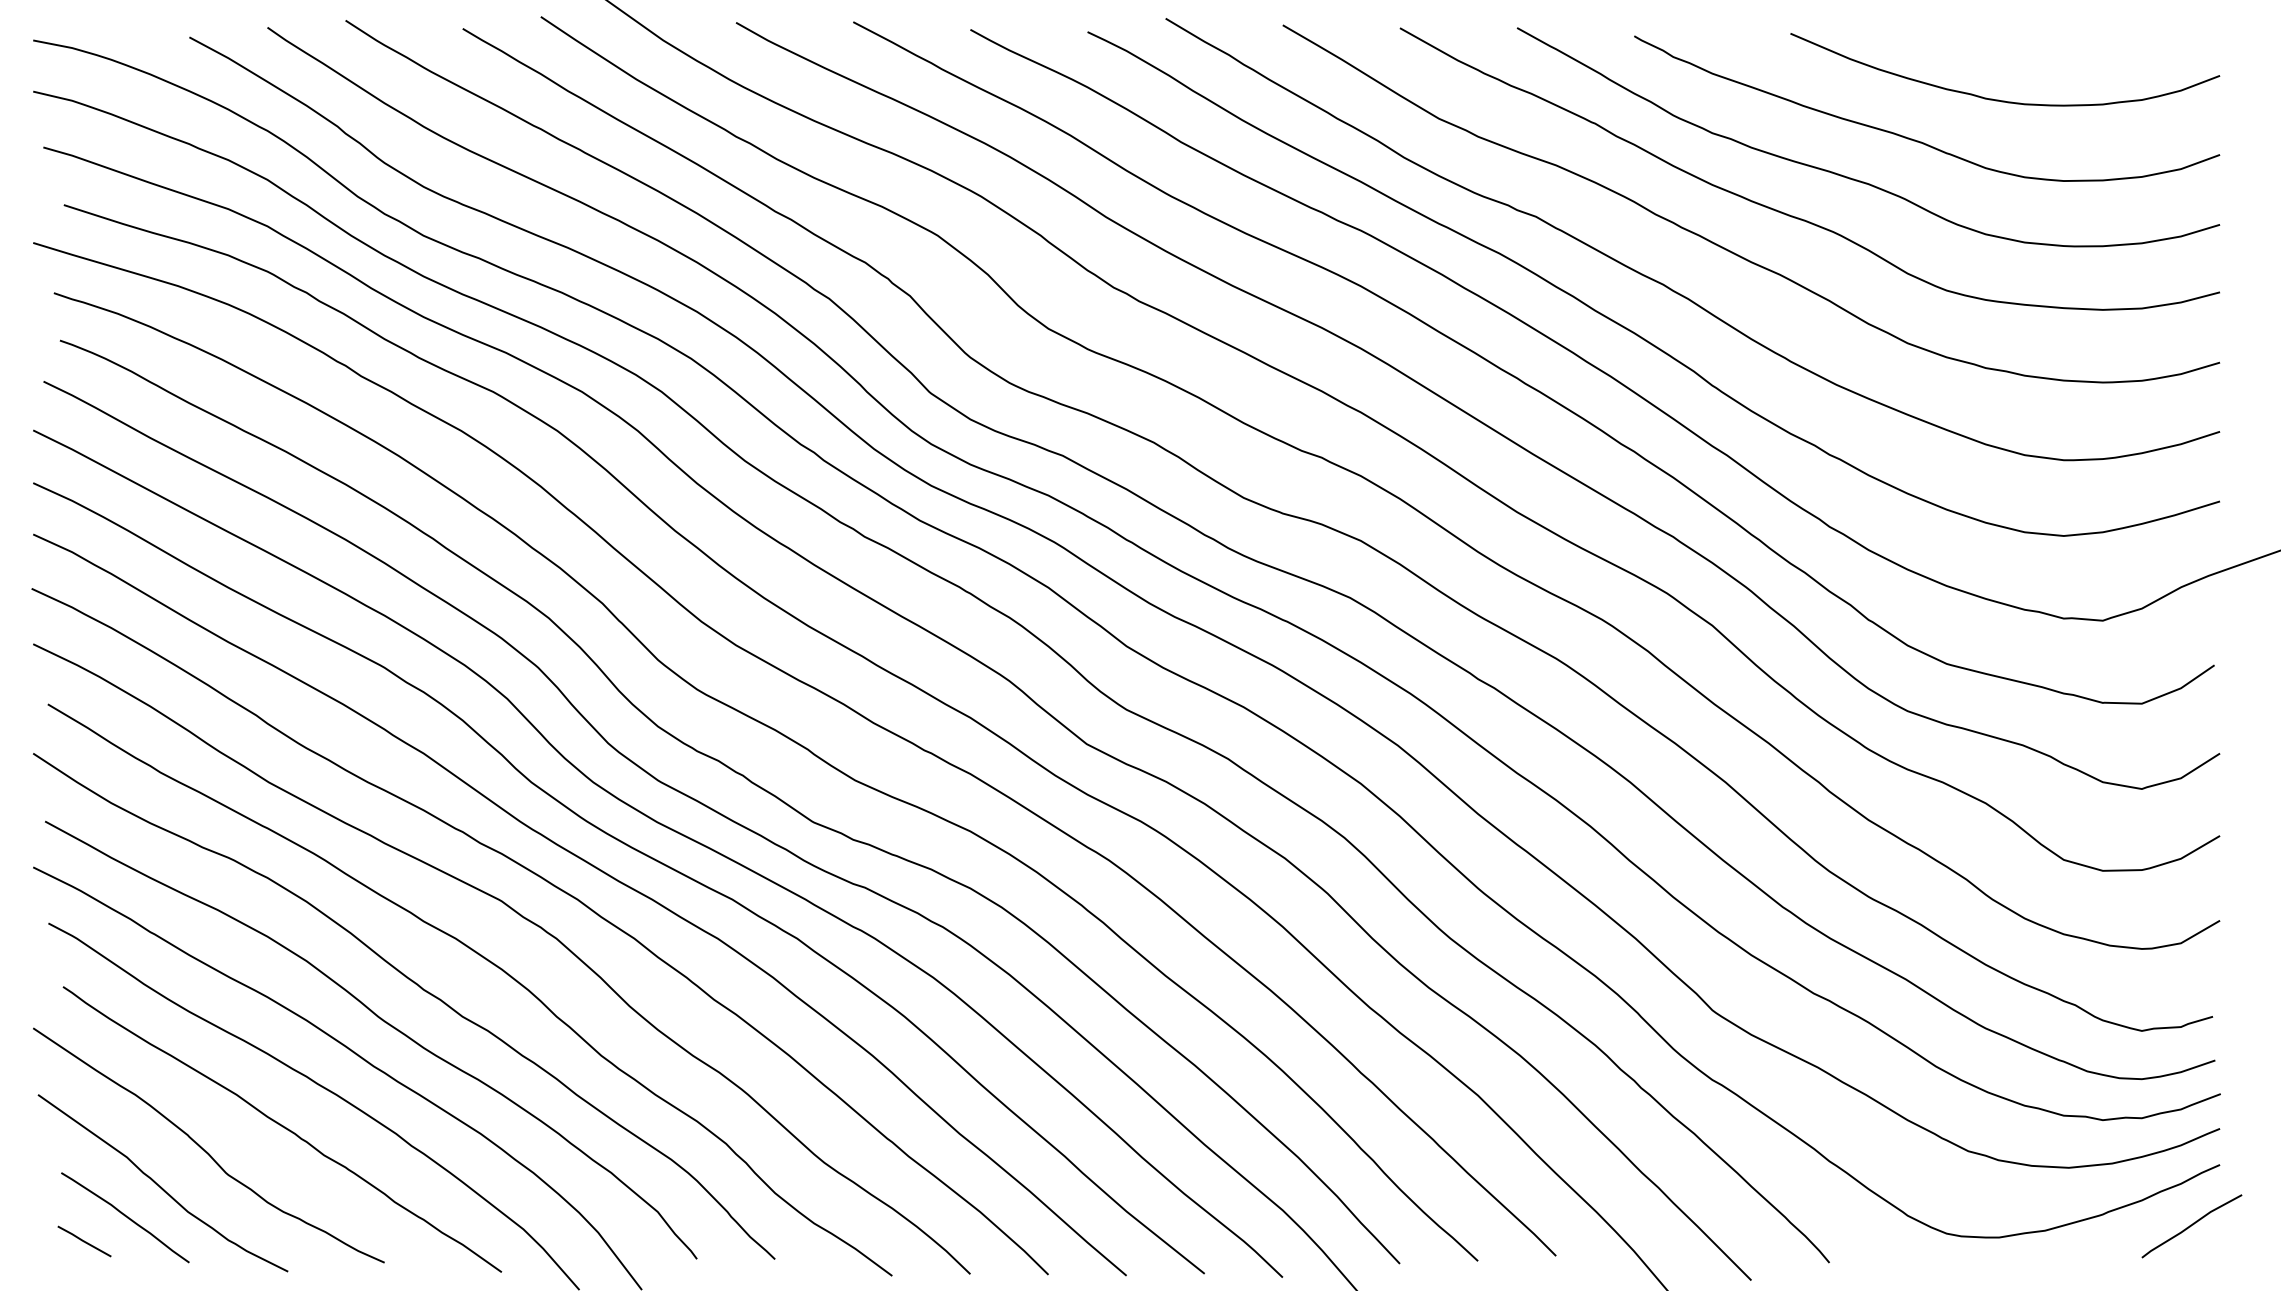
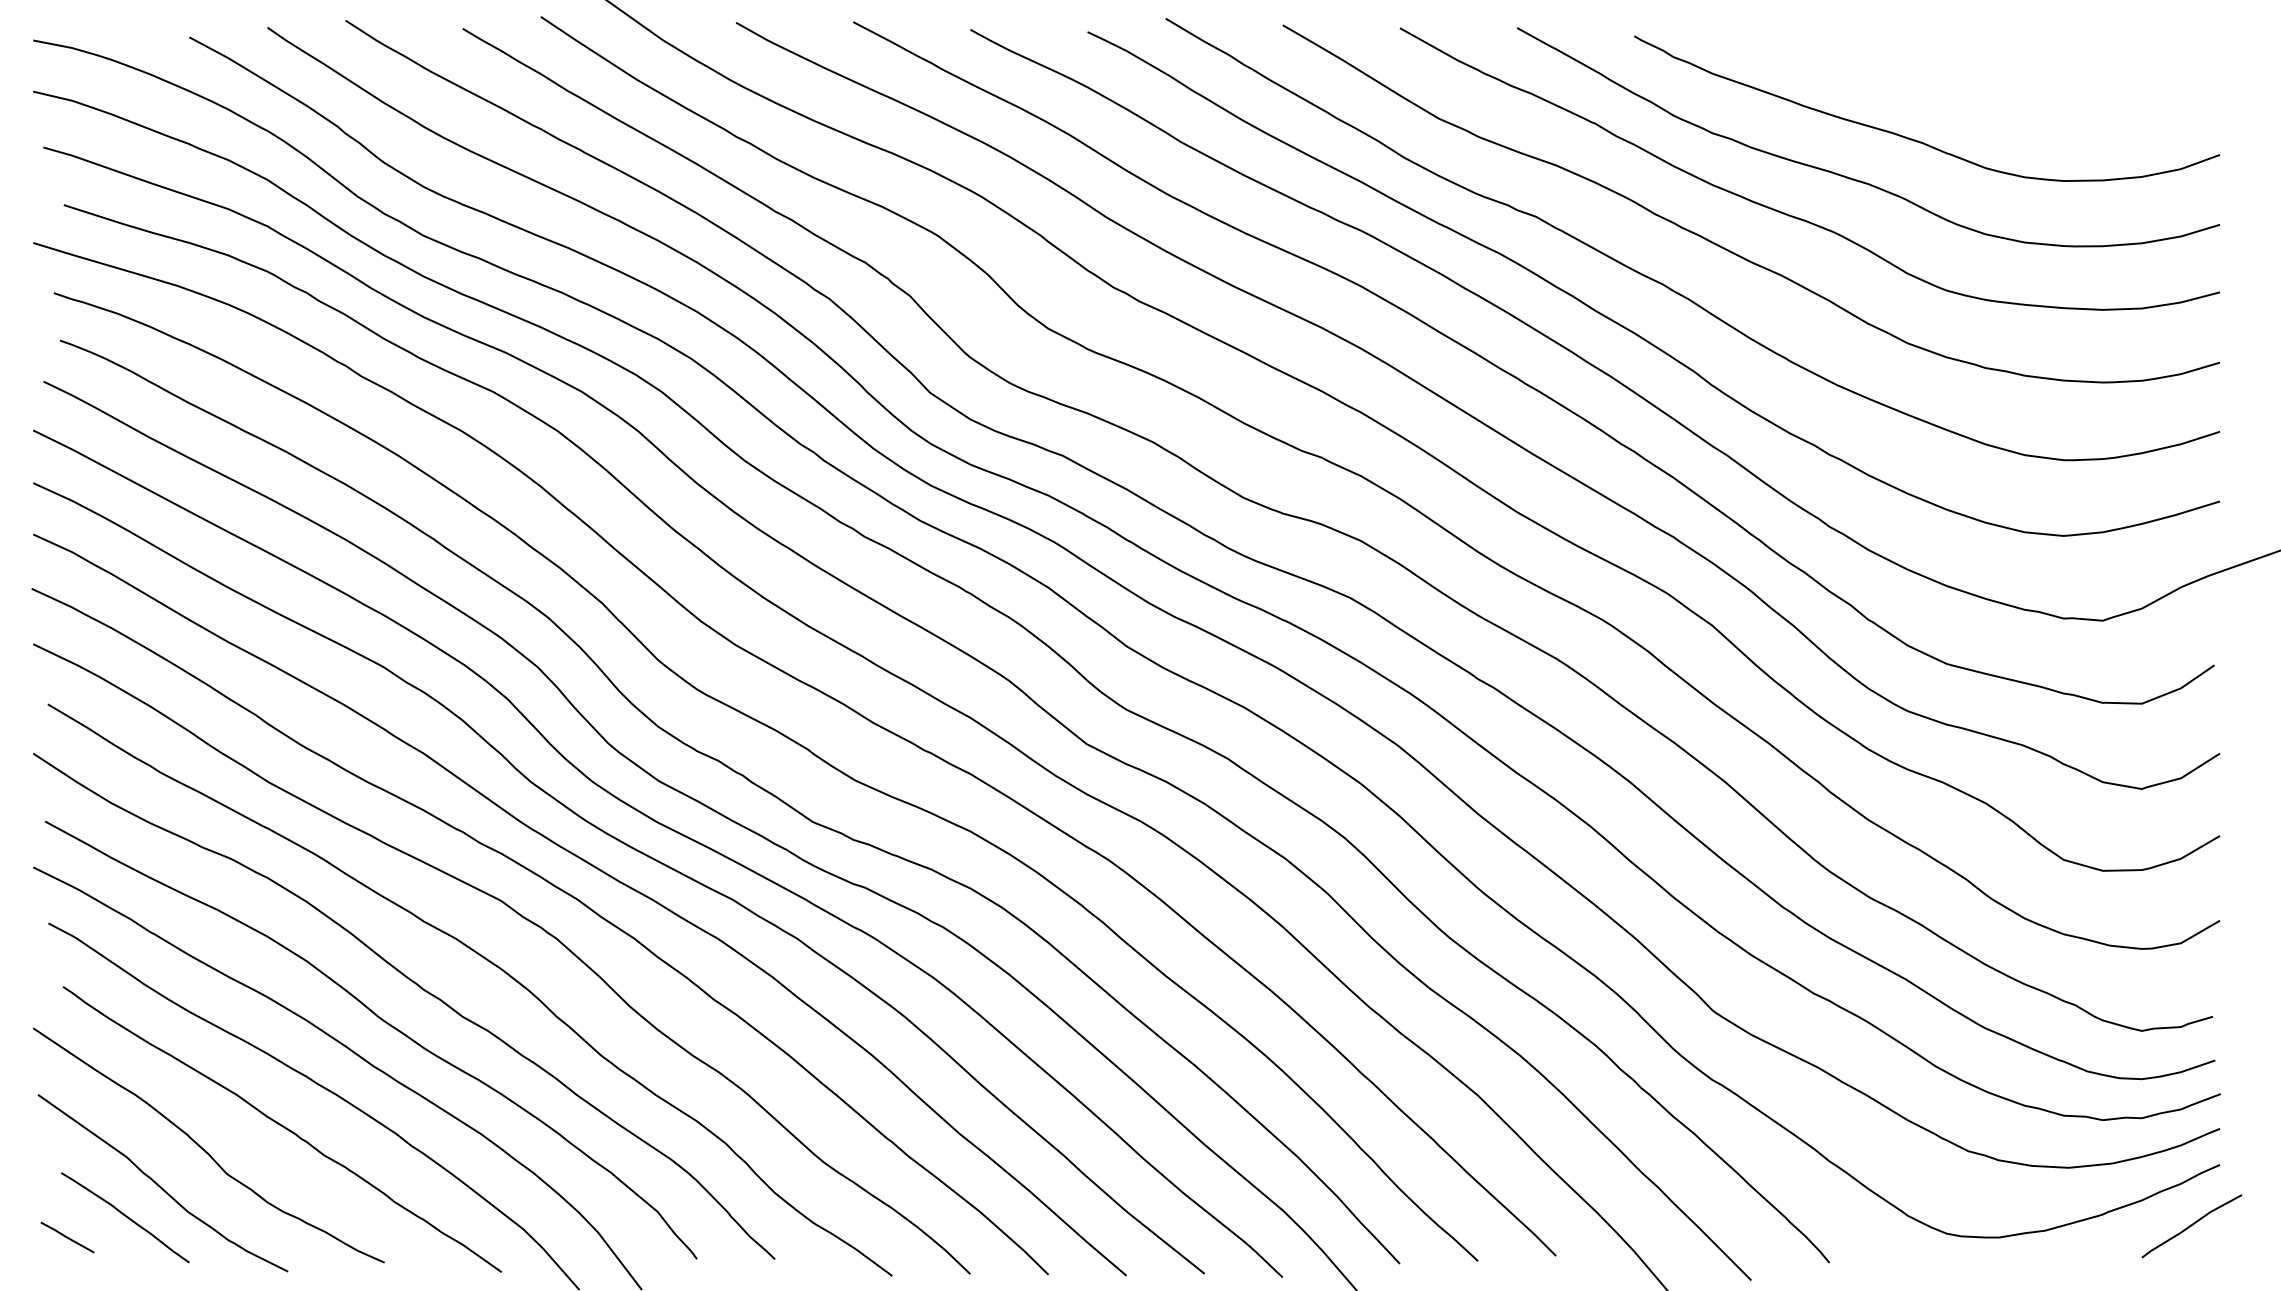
curve at (1998, 99): present -> none
line at (84, 1241) position: (84, 1241) -> (67, 1237)
